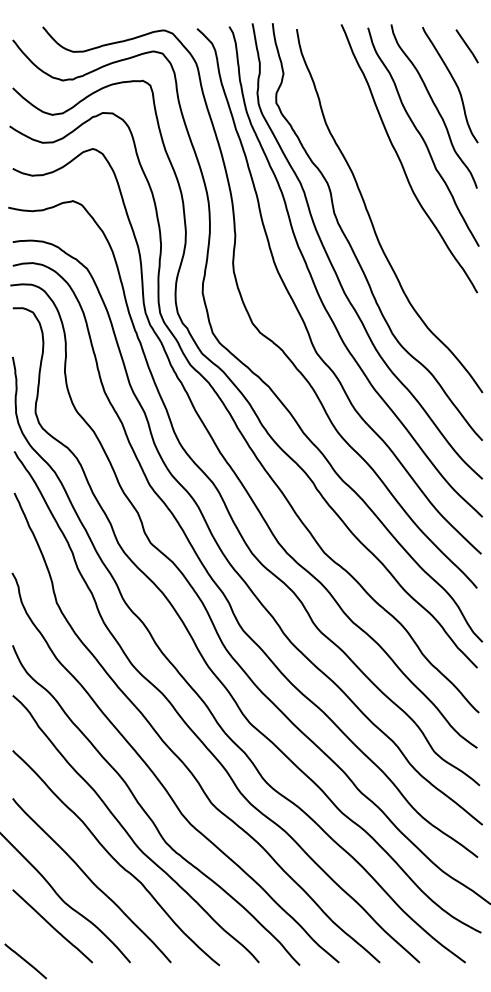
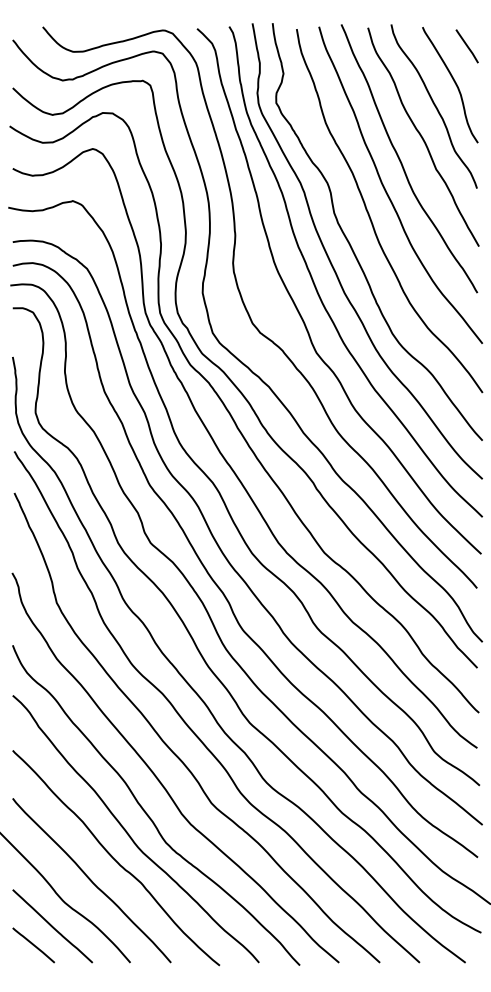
curve at (386, 190): none -> present
line at (25, 961) position: (25, 961) -> (33, 945)
